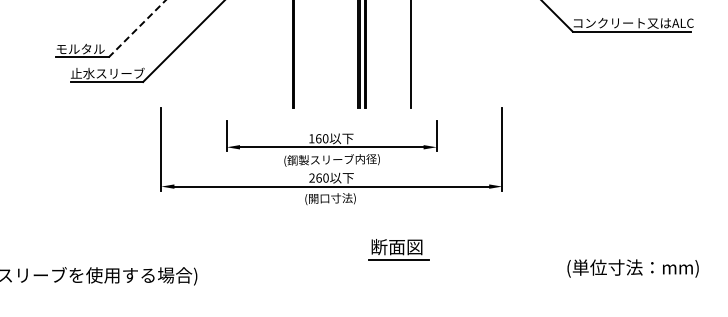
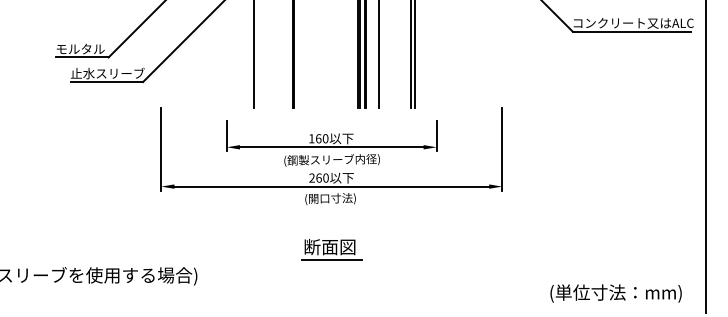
line at (137, 28): dashed -> solid
line at (254, 54): none -> present
line at (379, 54): none -> present
line at (415, 54): none -> present
line at (706, 157): none -> present
part at (398, 249) position: (398, 249) -> (331, 249)
text at (632, 268) position: (632, 268) -> (615, 293)
